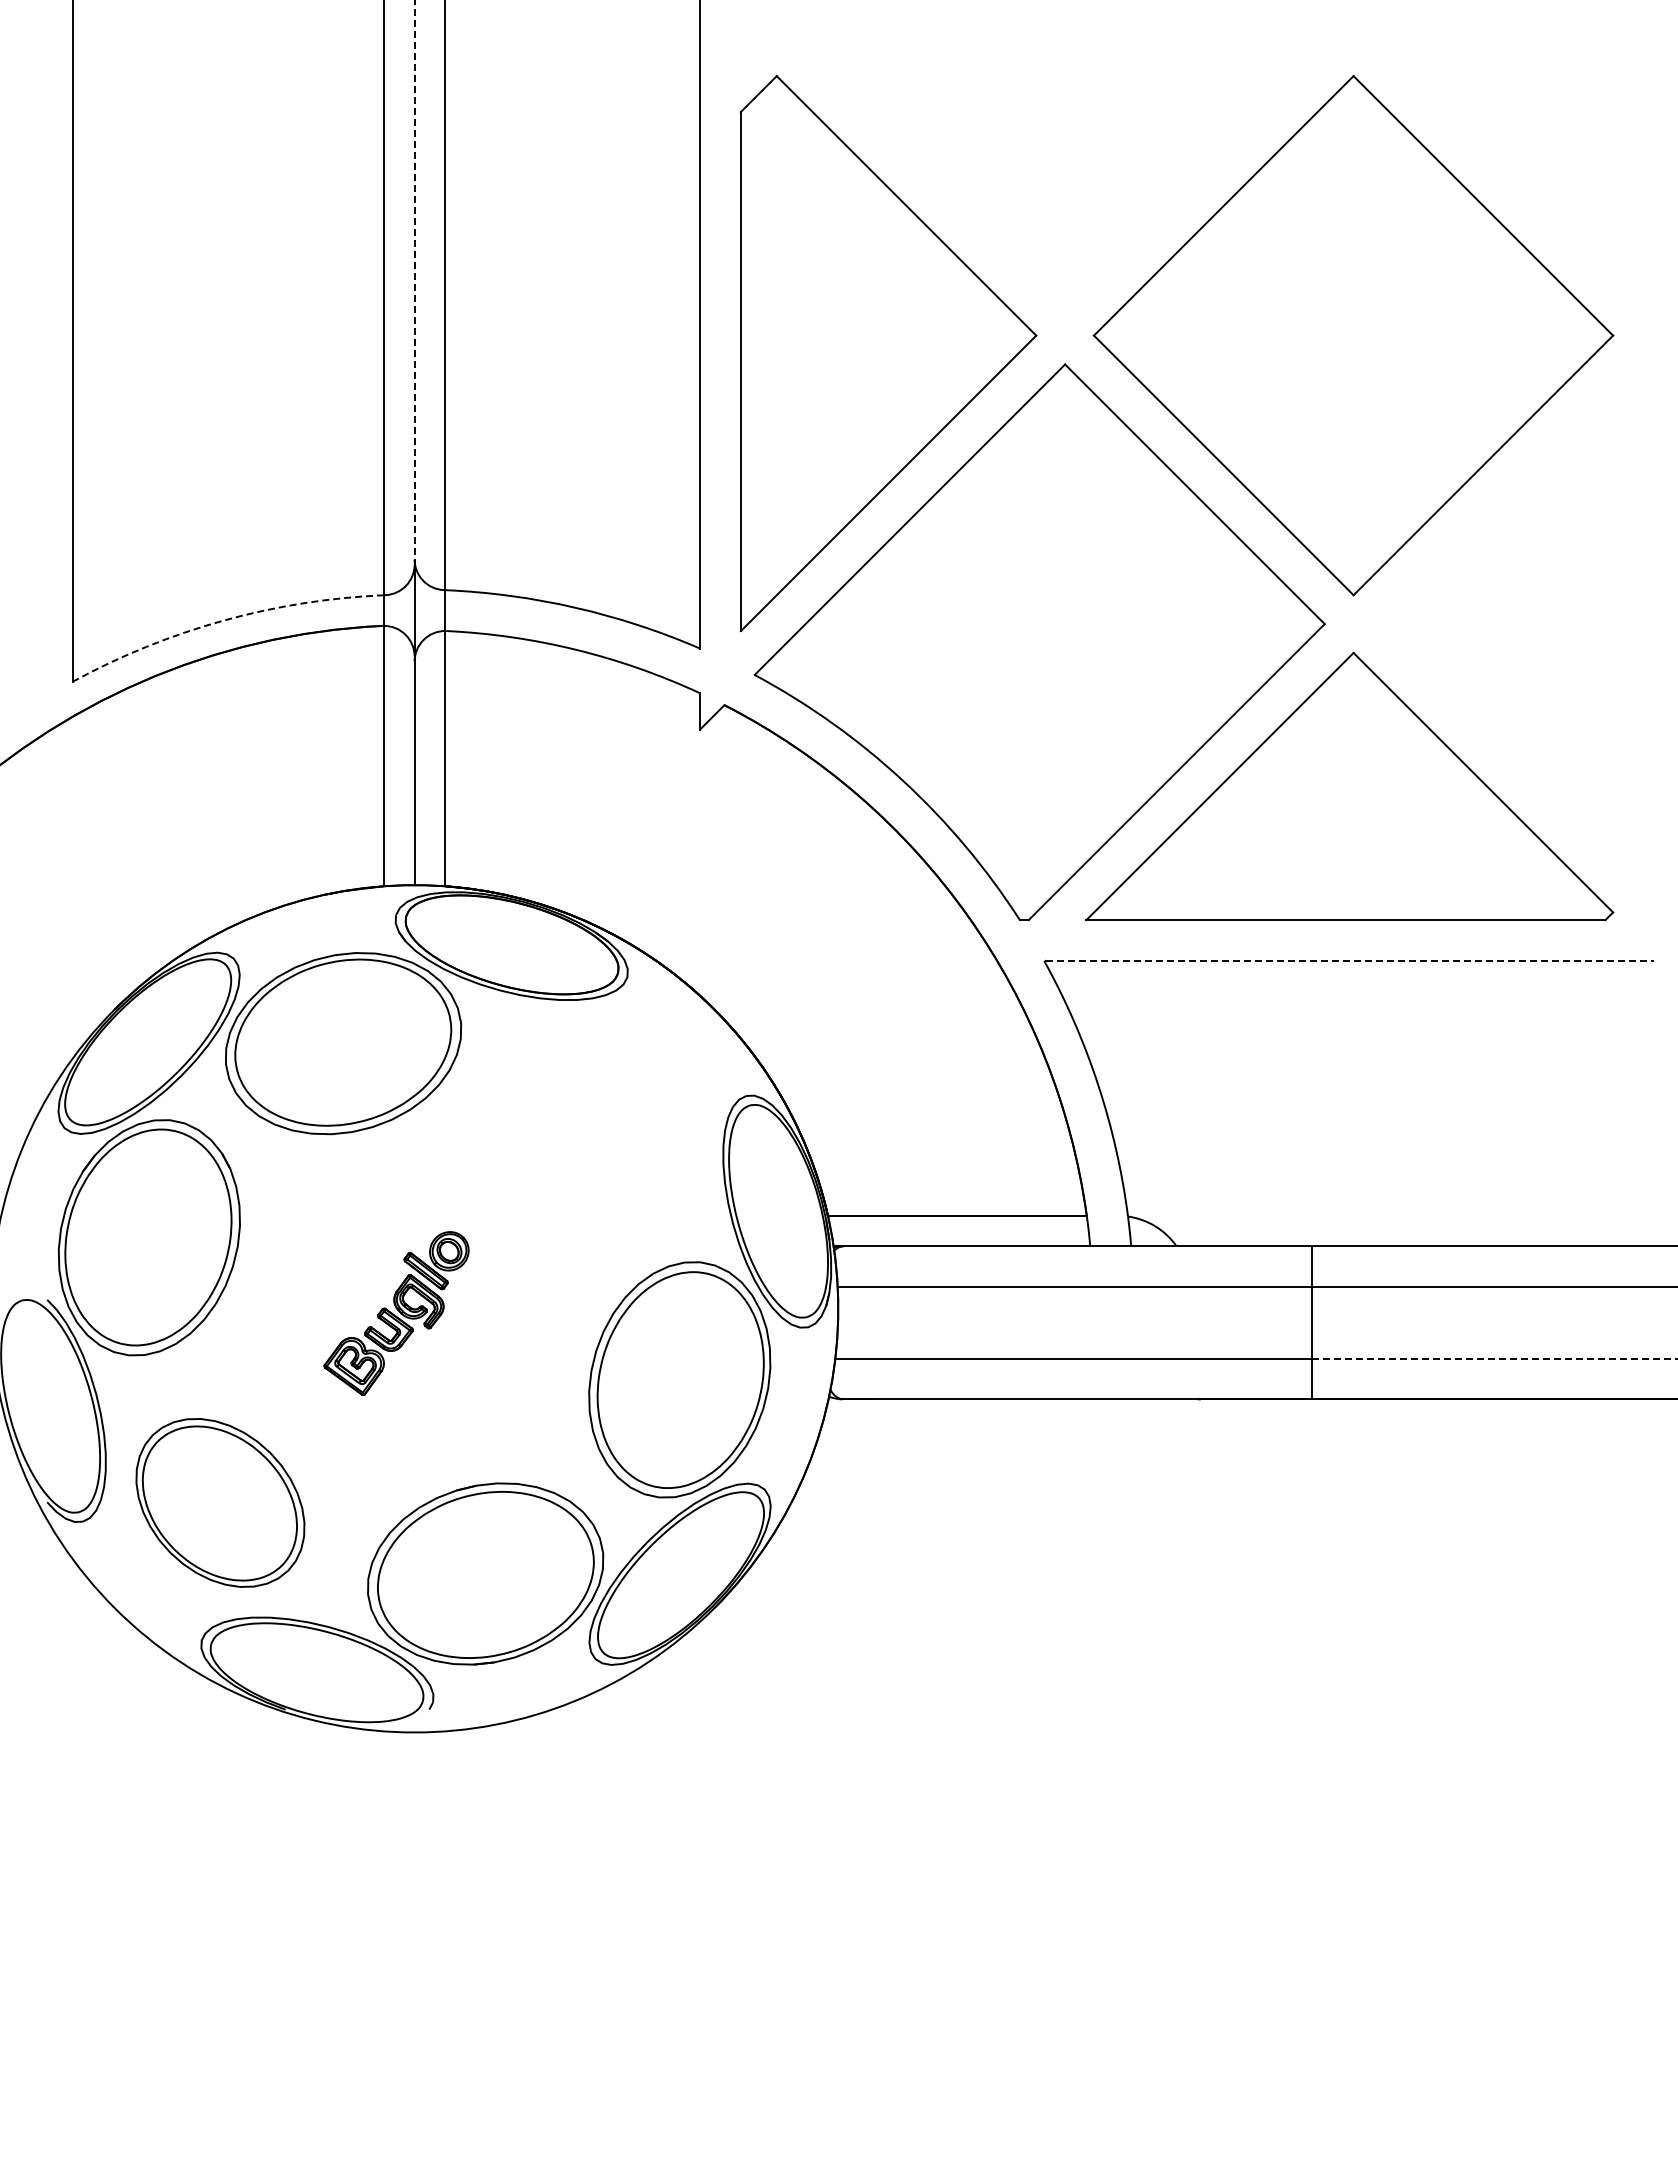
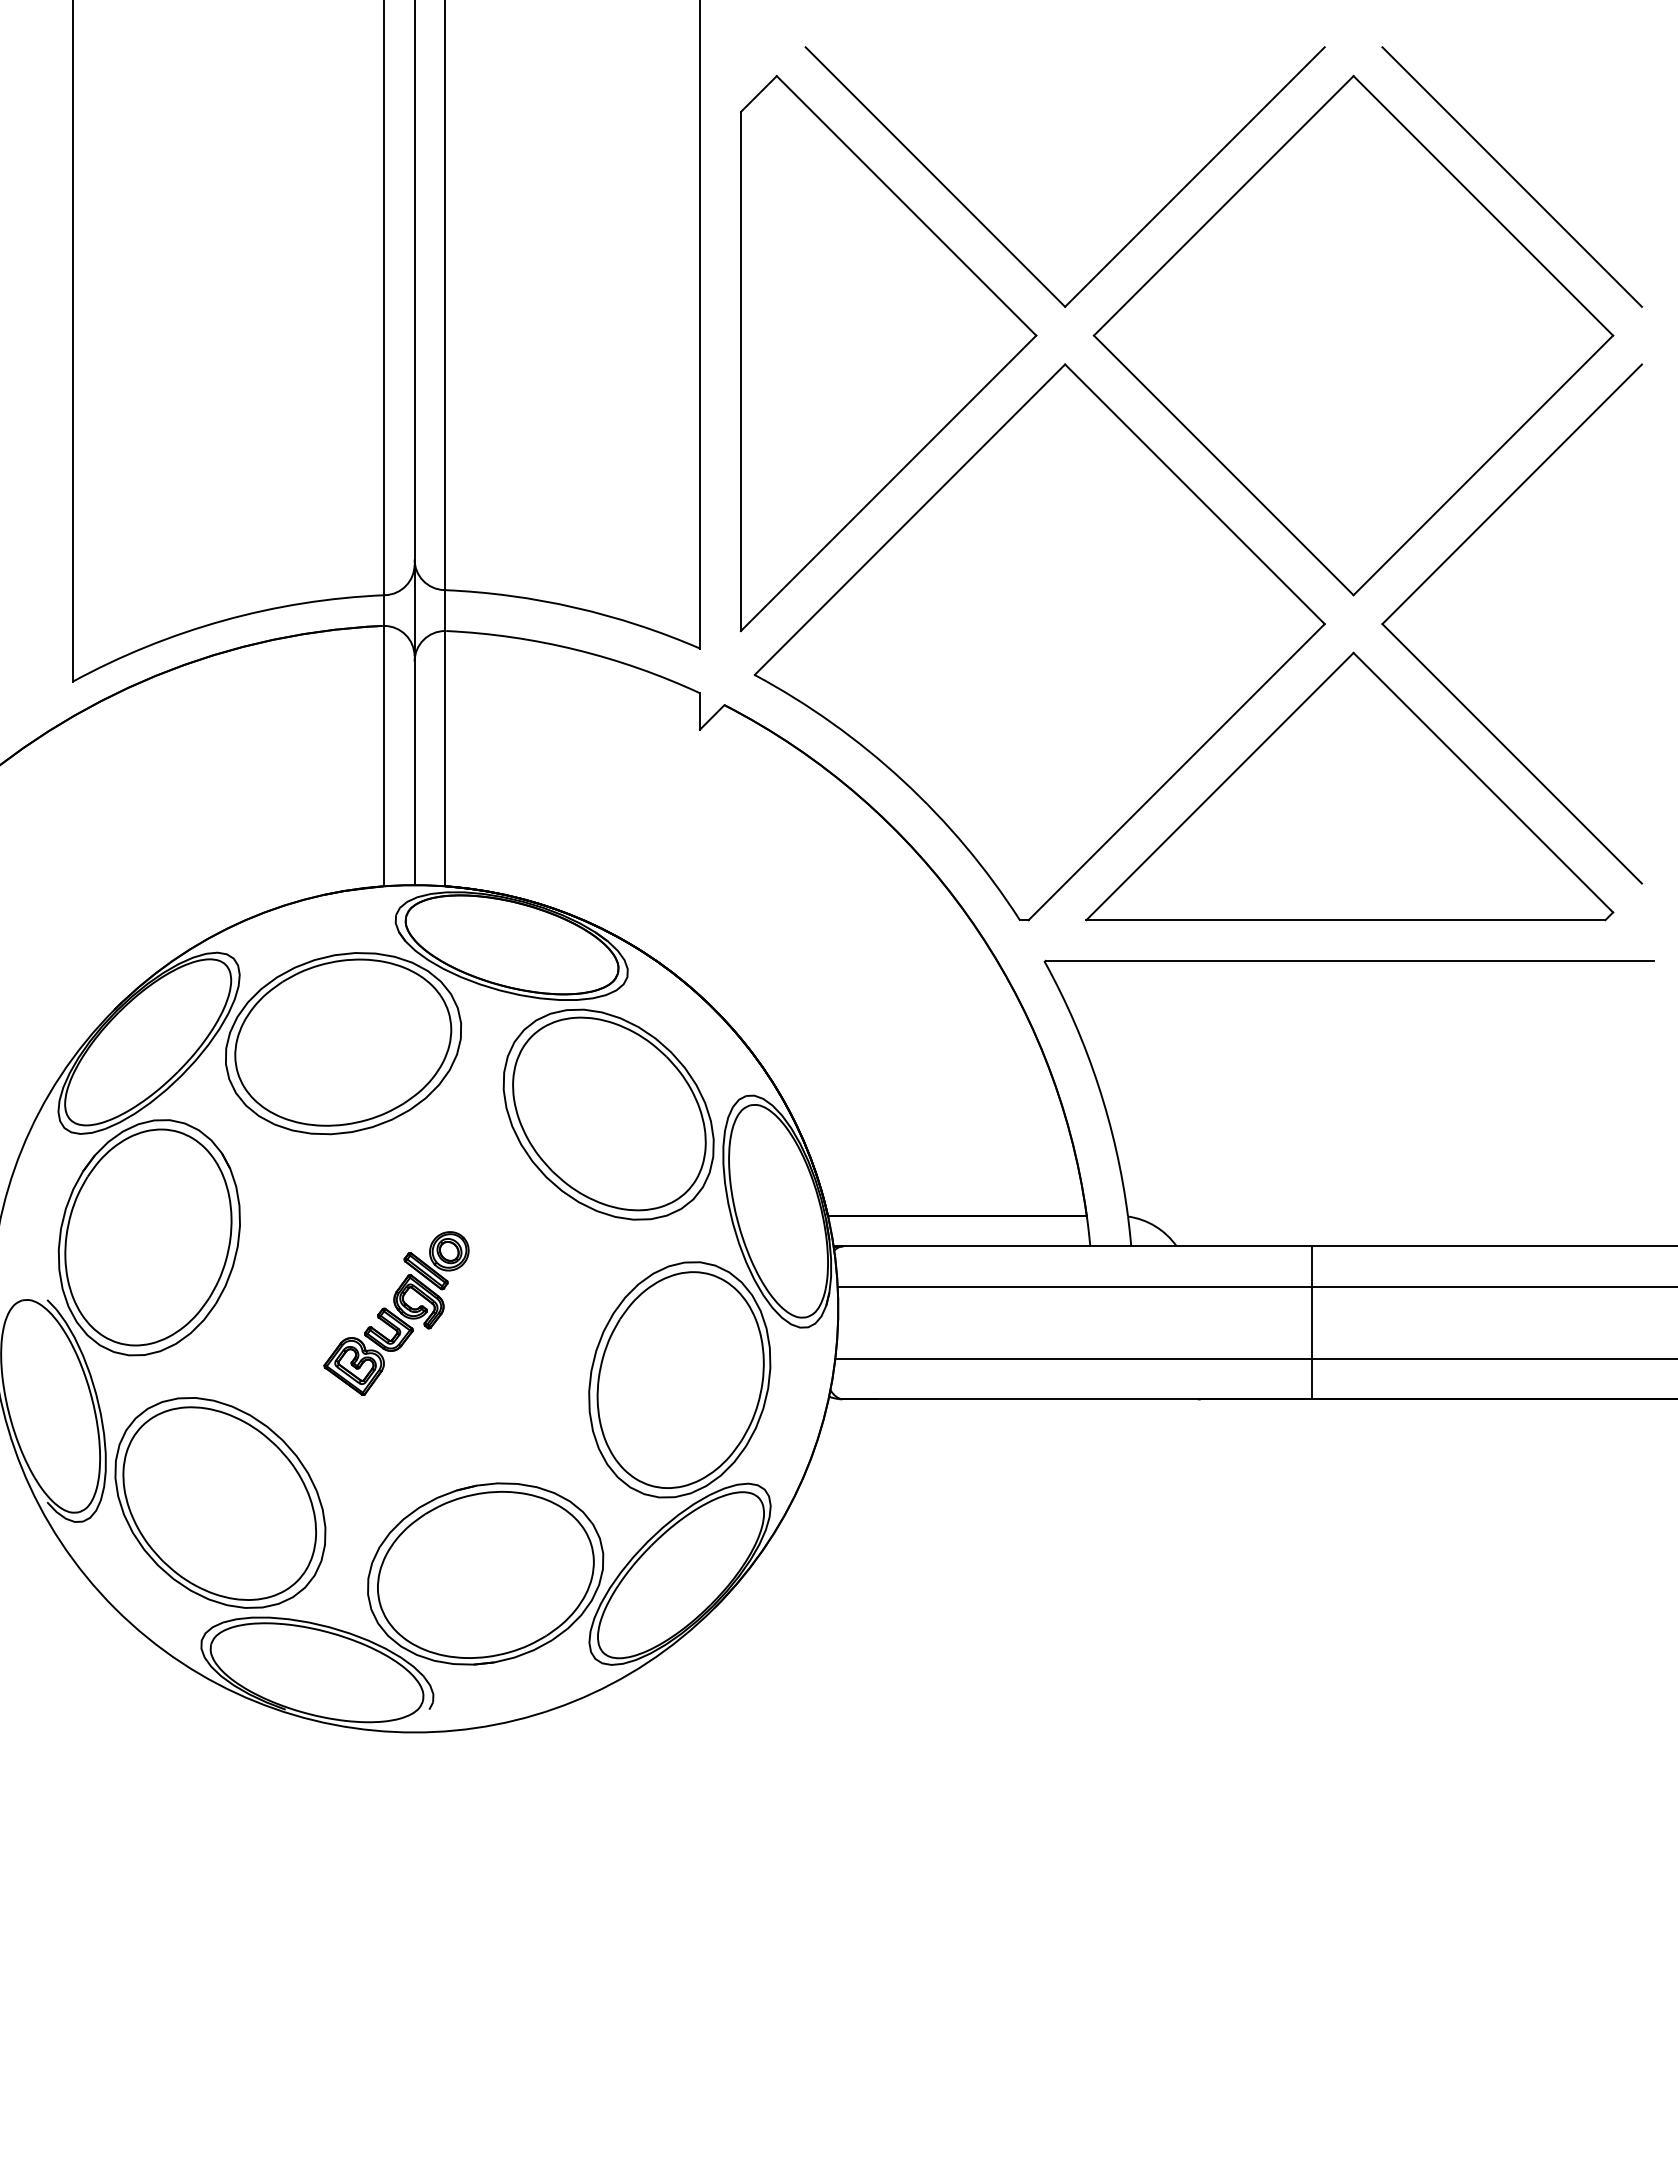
line at (1511, 176): none -> present
part at (1000, 240): none -> present
line at (414, 282): dashed -> solid
part at (1448, 559): none -> present
arc at (223, 620): dashed -> solid
line at (1350, 960): dashed -> solid
part at (608, 1114): none -> present
line at (1495, 1358): dashed -> solid
part at (220, 1502) size: 171x170 px -> 213x212 px
